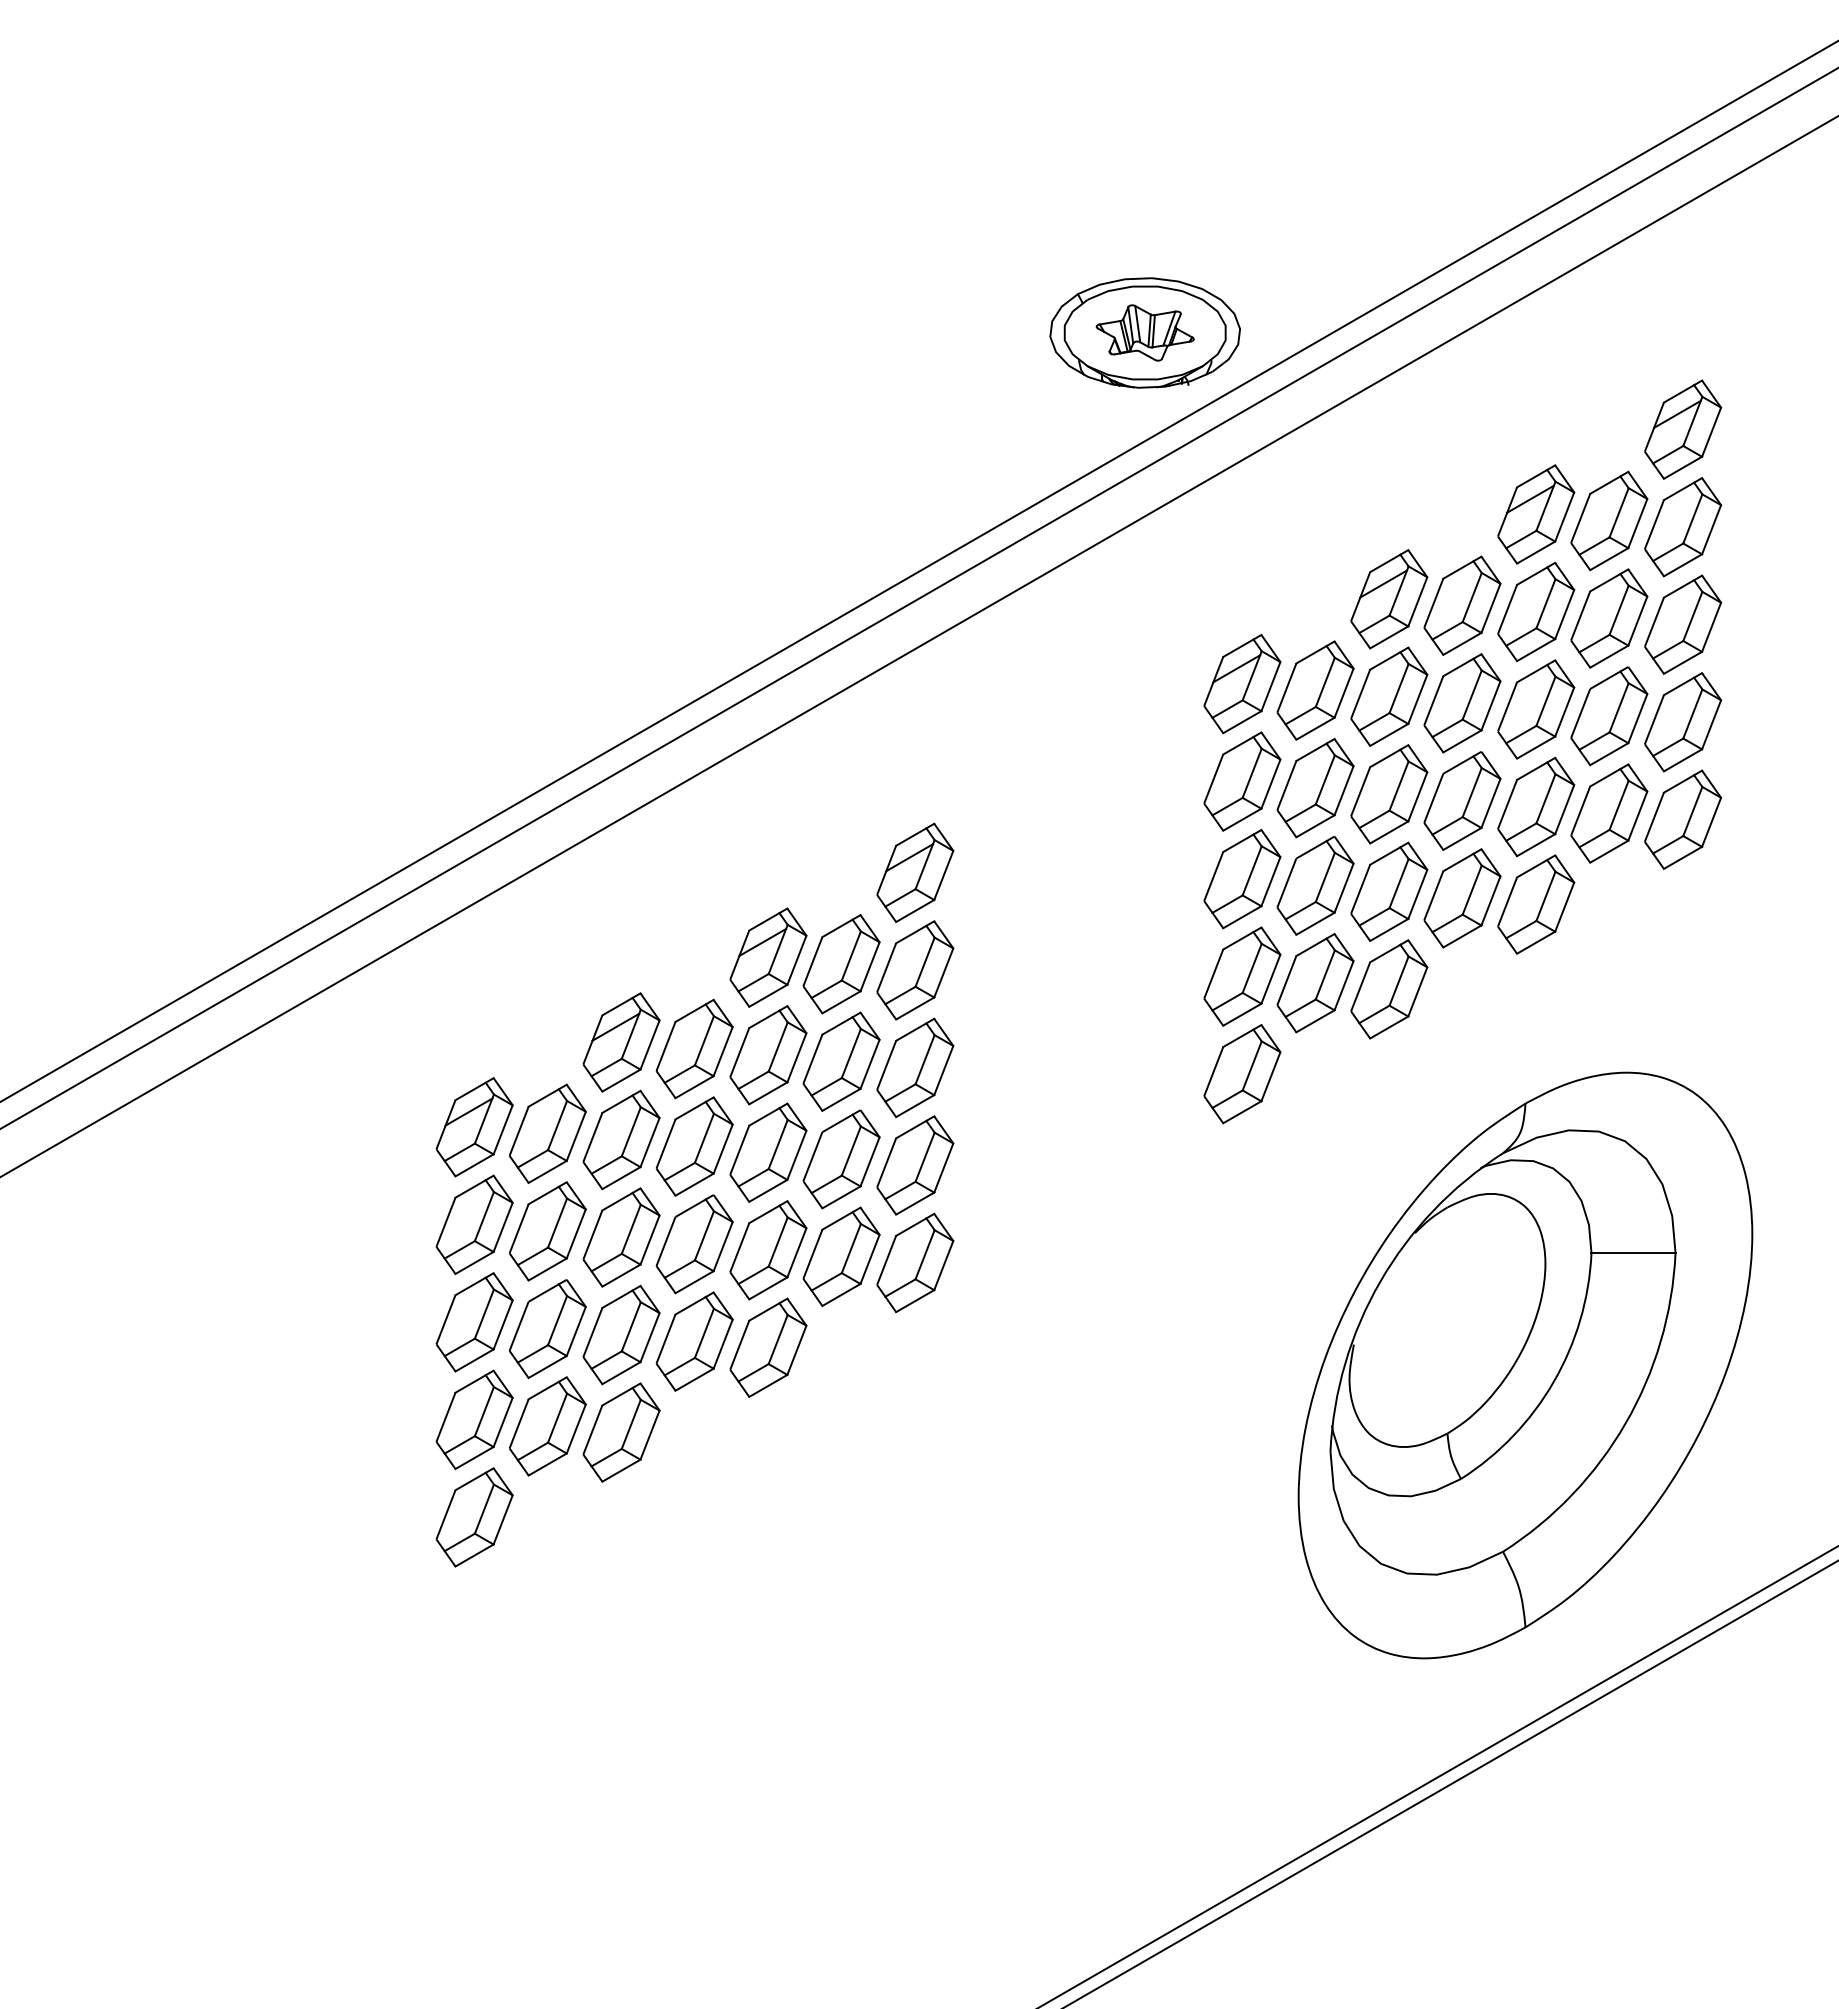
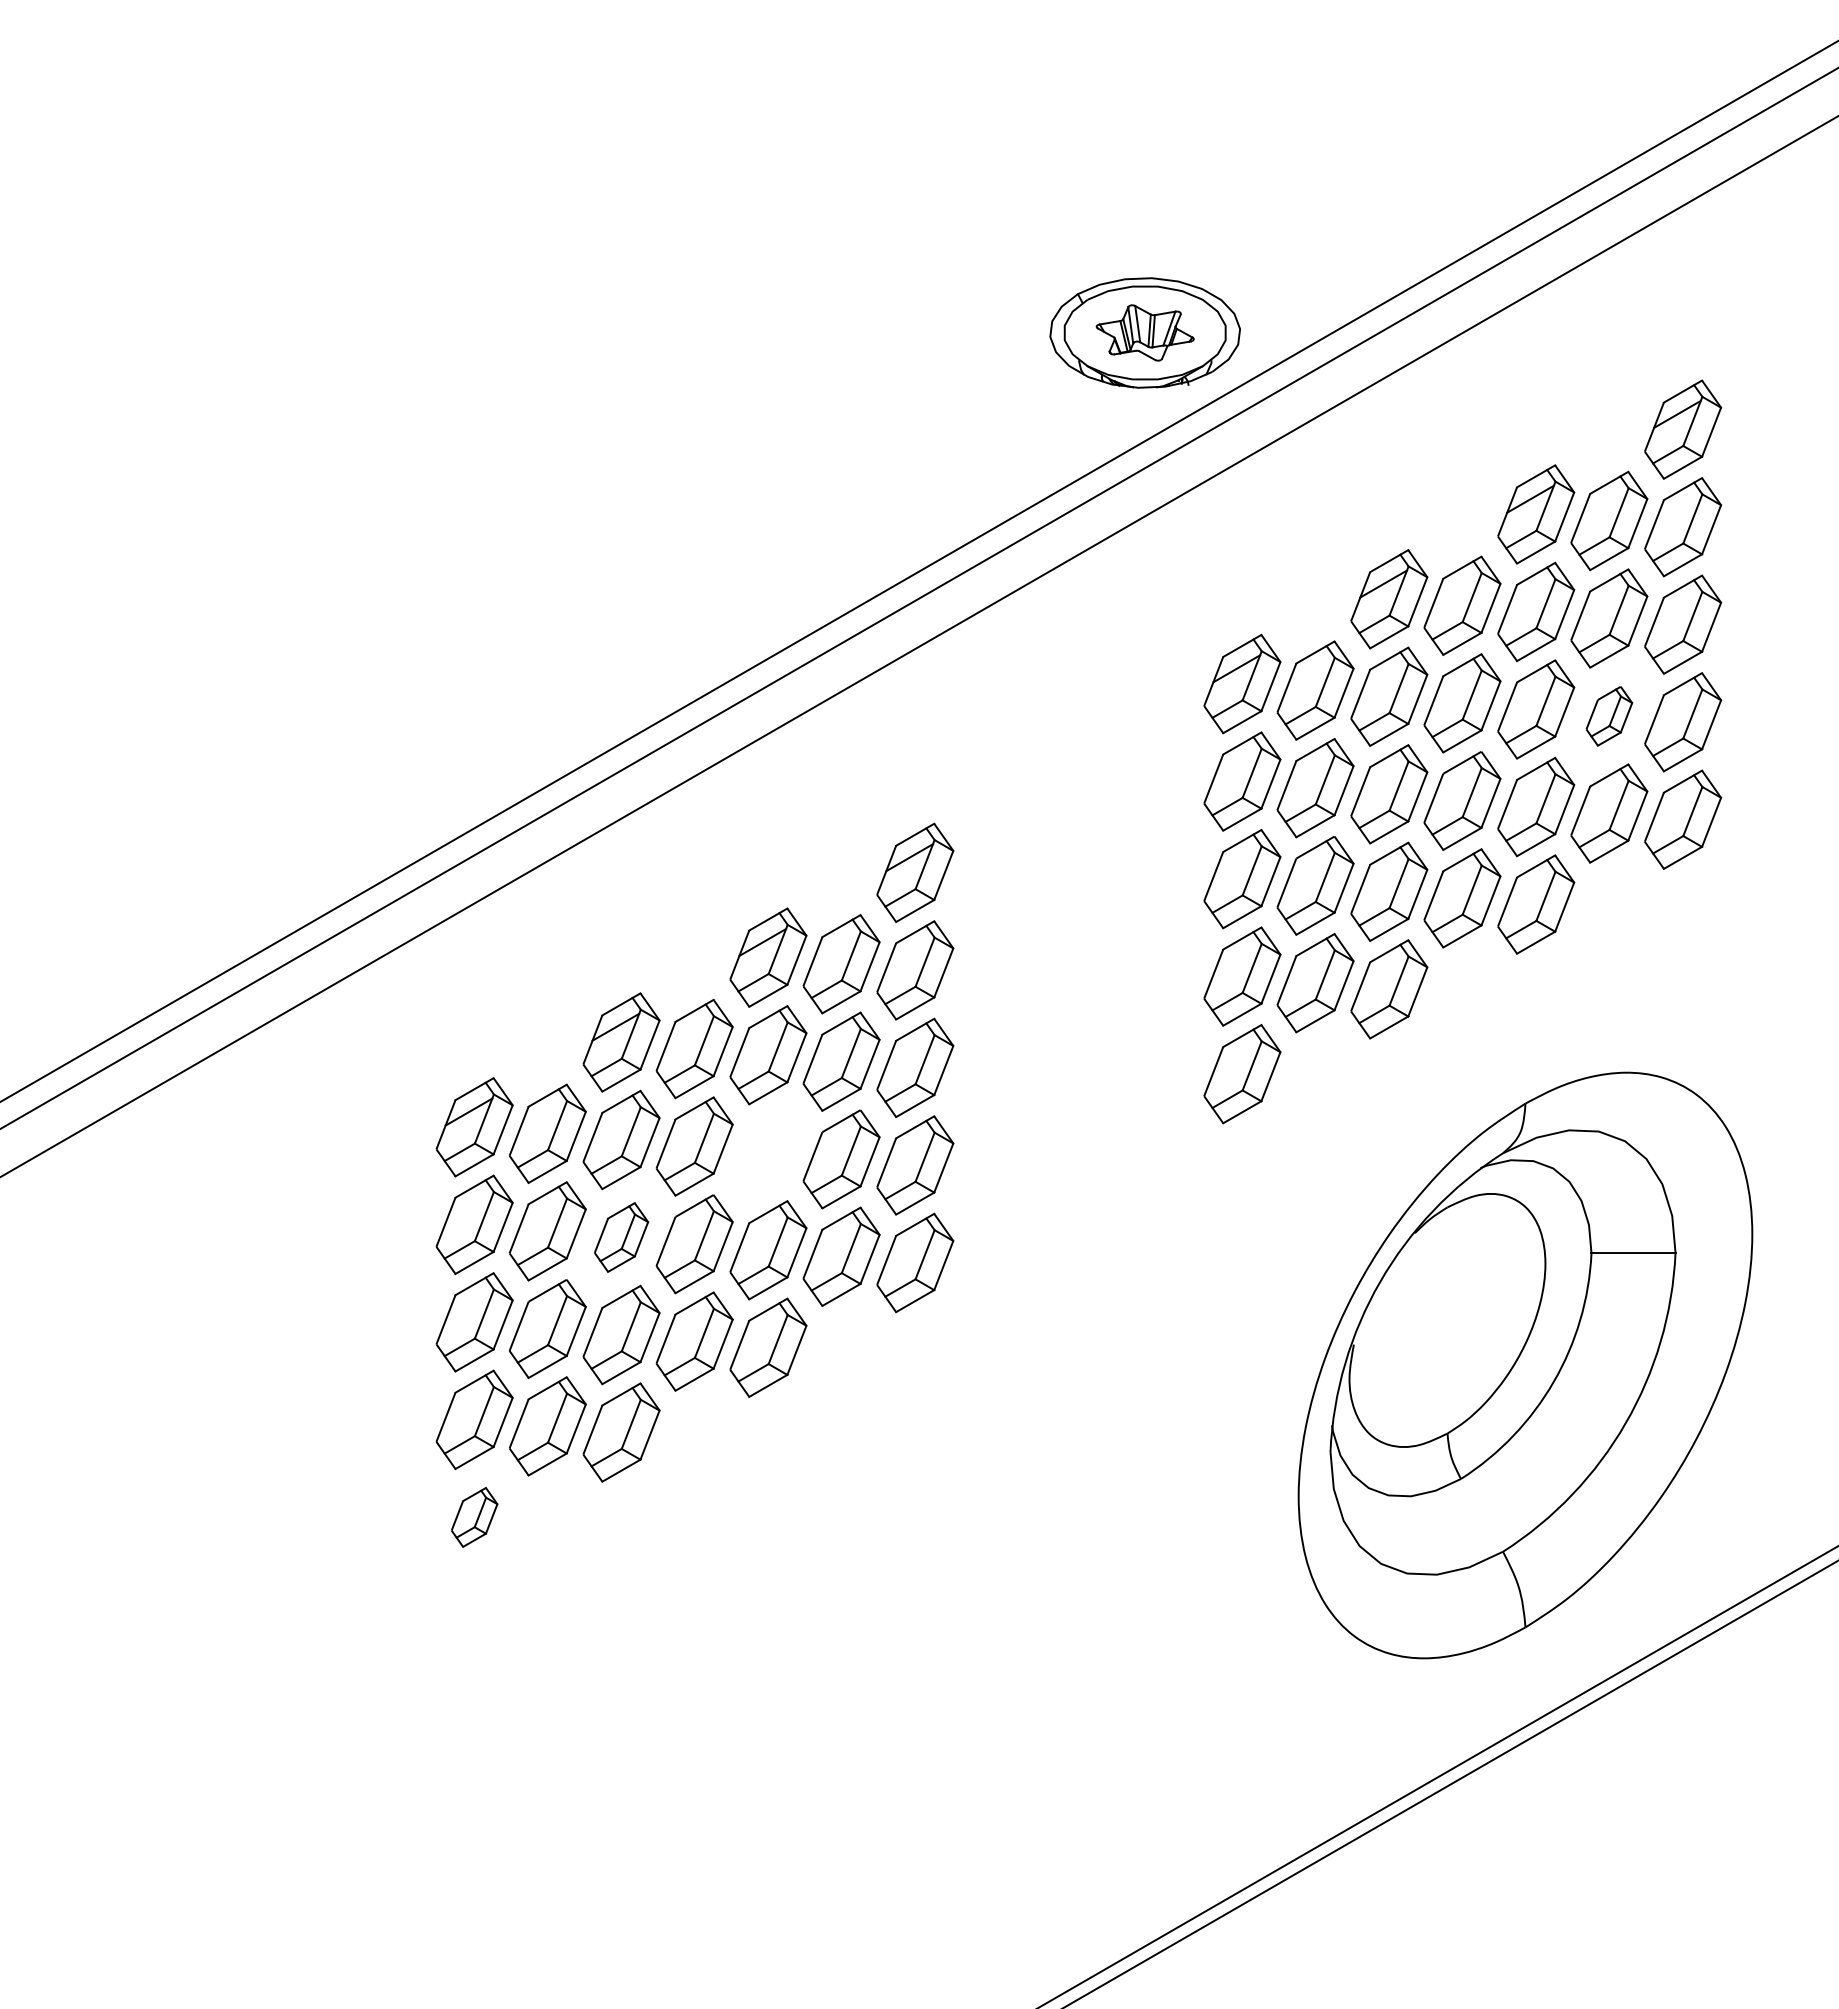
part at (1609, 716) size: 79x101 px -> 49x61 px
part at (768, 1152): present -> none
part at (621, 1237) size: 79x101 px -> 56x71 px
part at (474, 1517) size: 79x101 px -> 48x61 px
